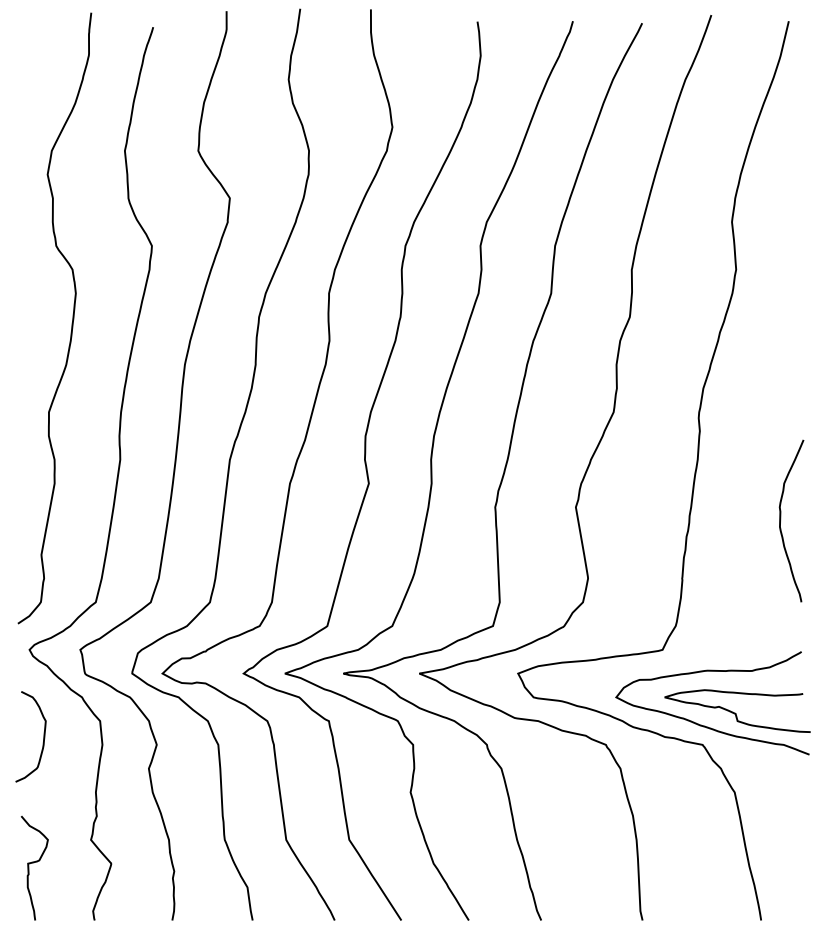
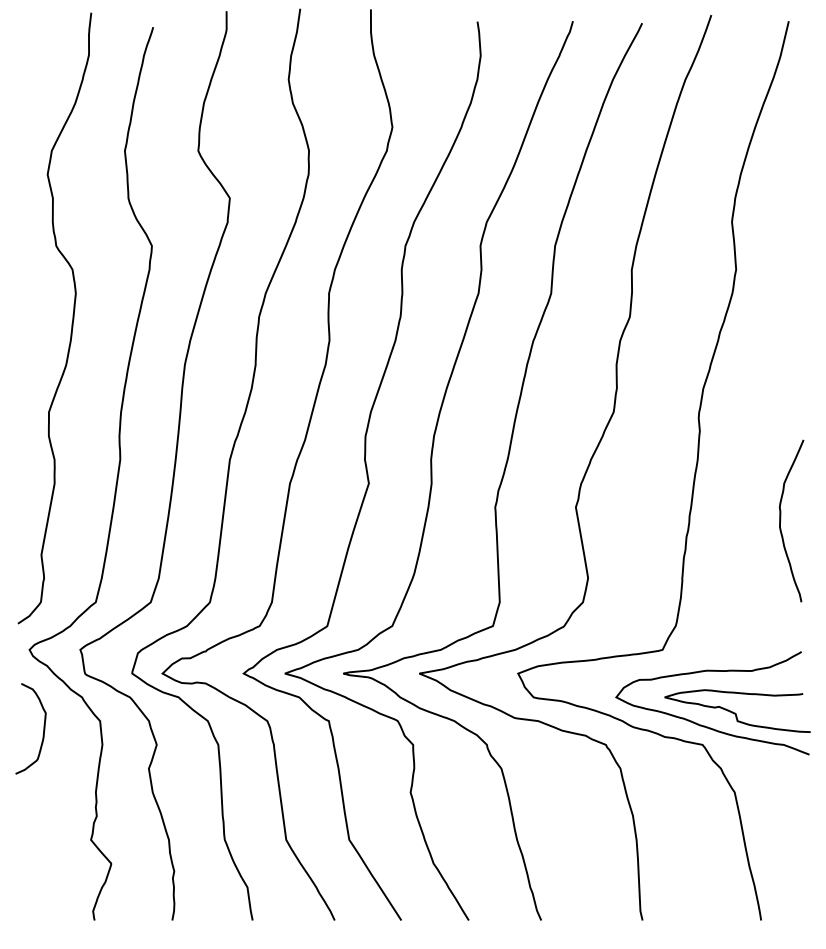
curve at (43, 736) position: (43, 736) -> (43, 728)
curve at (33, 863): present -> none
